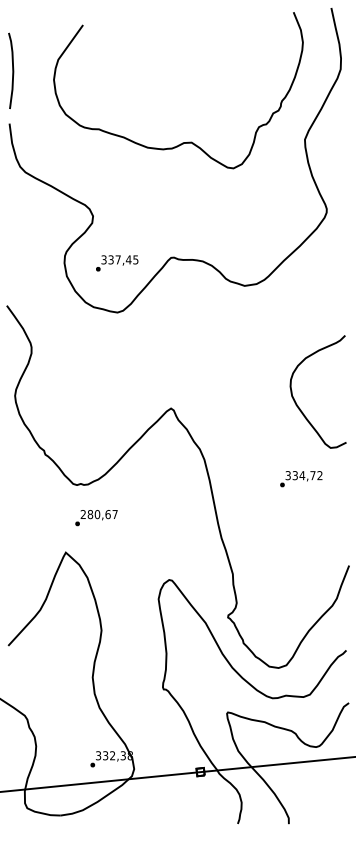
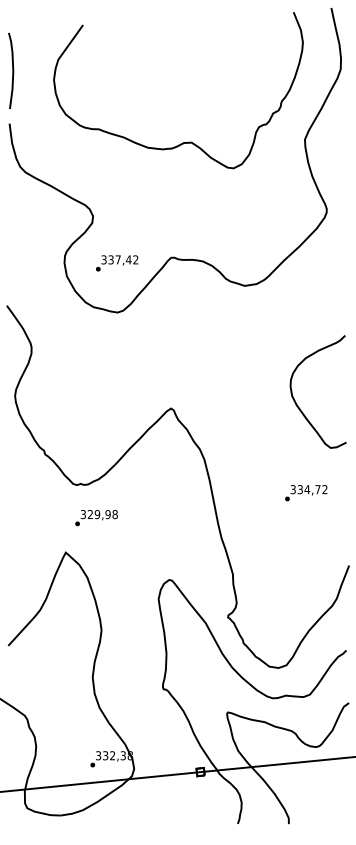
text at (135, 259): 337,45 -> 337,42
text at (301, 479) position: (301, 479) -> (306, 493)
text at (98, 514): 280,67 -> 329,98
